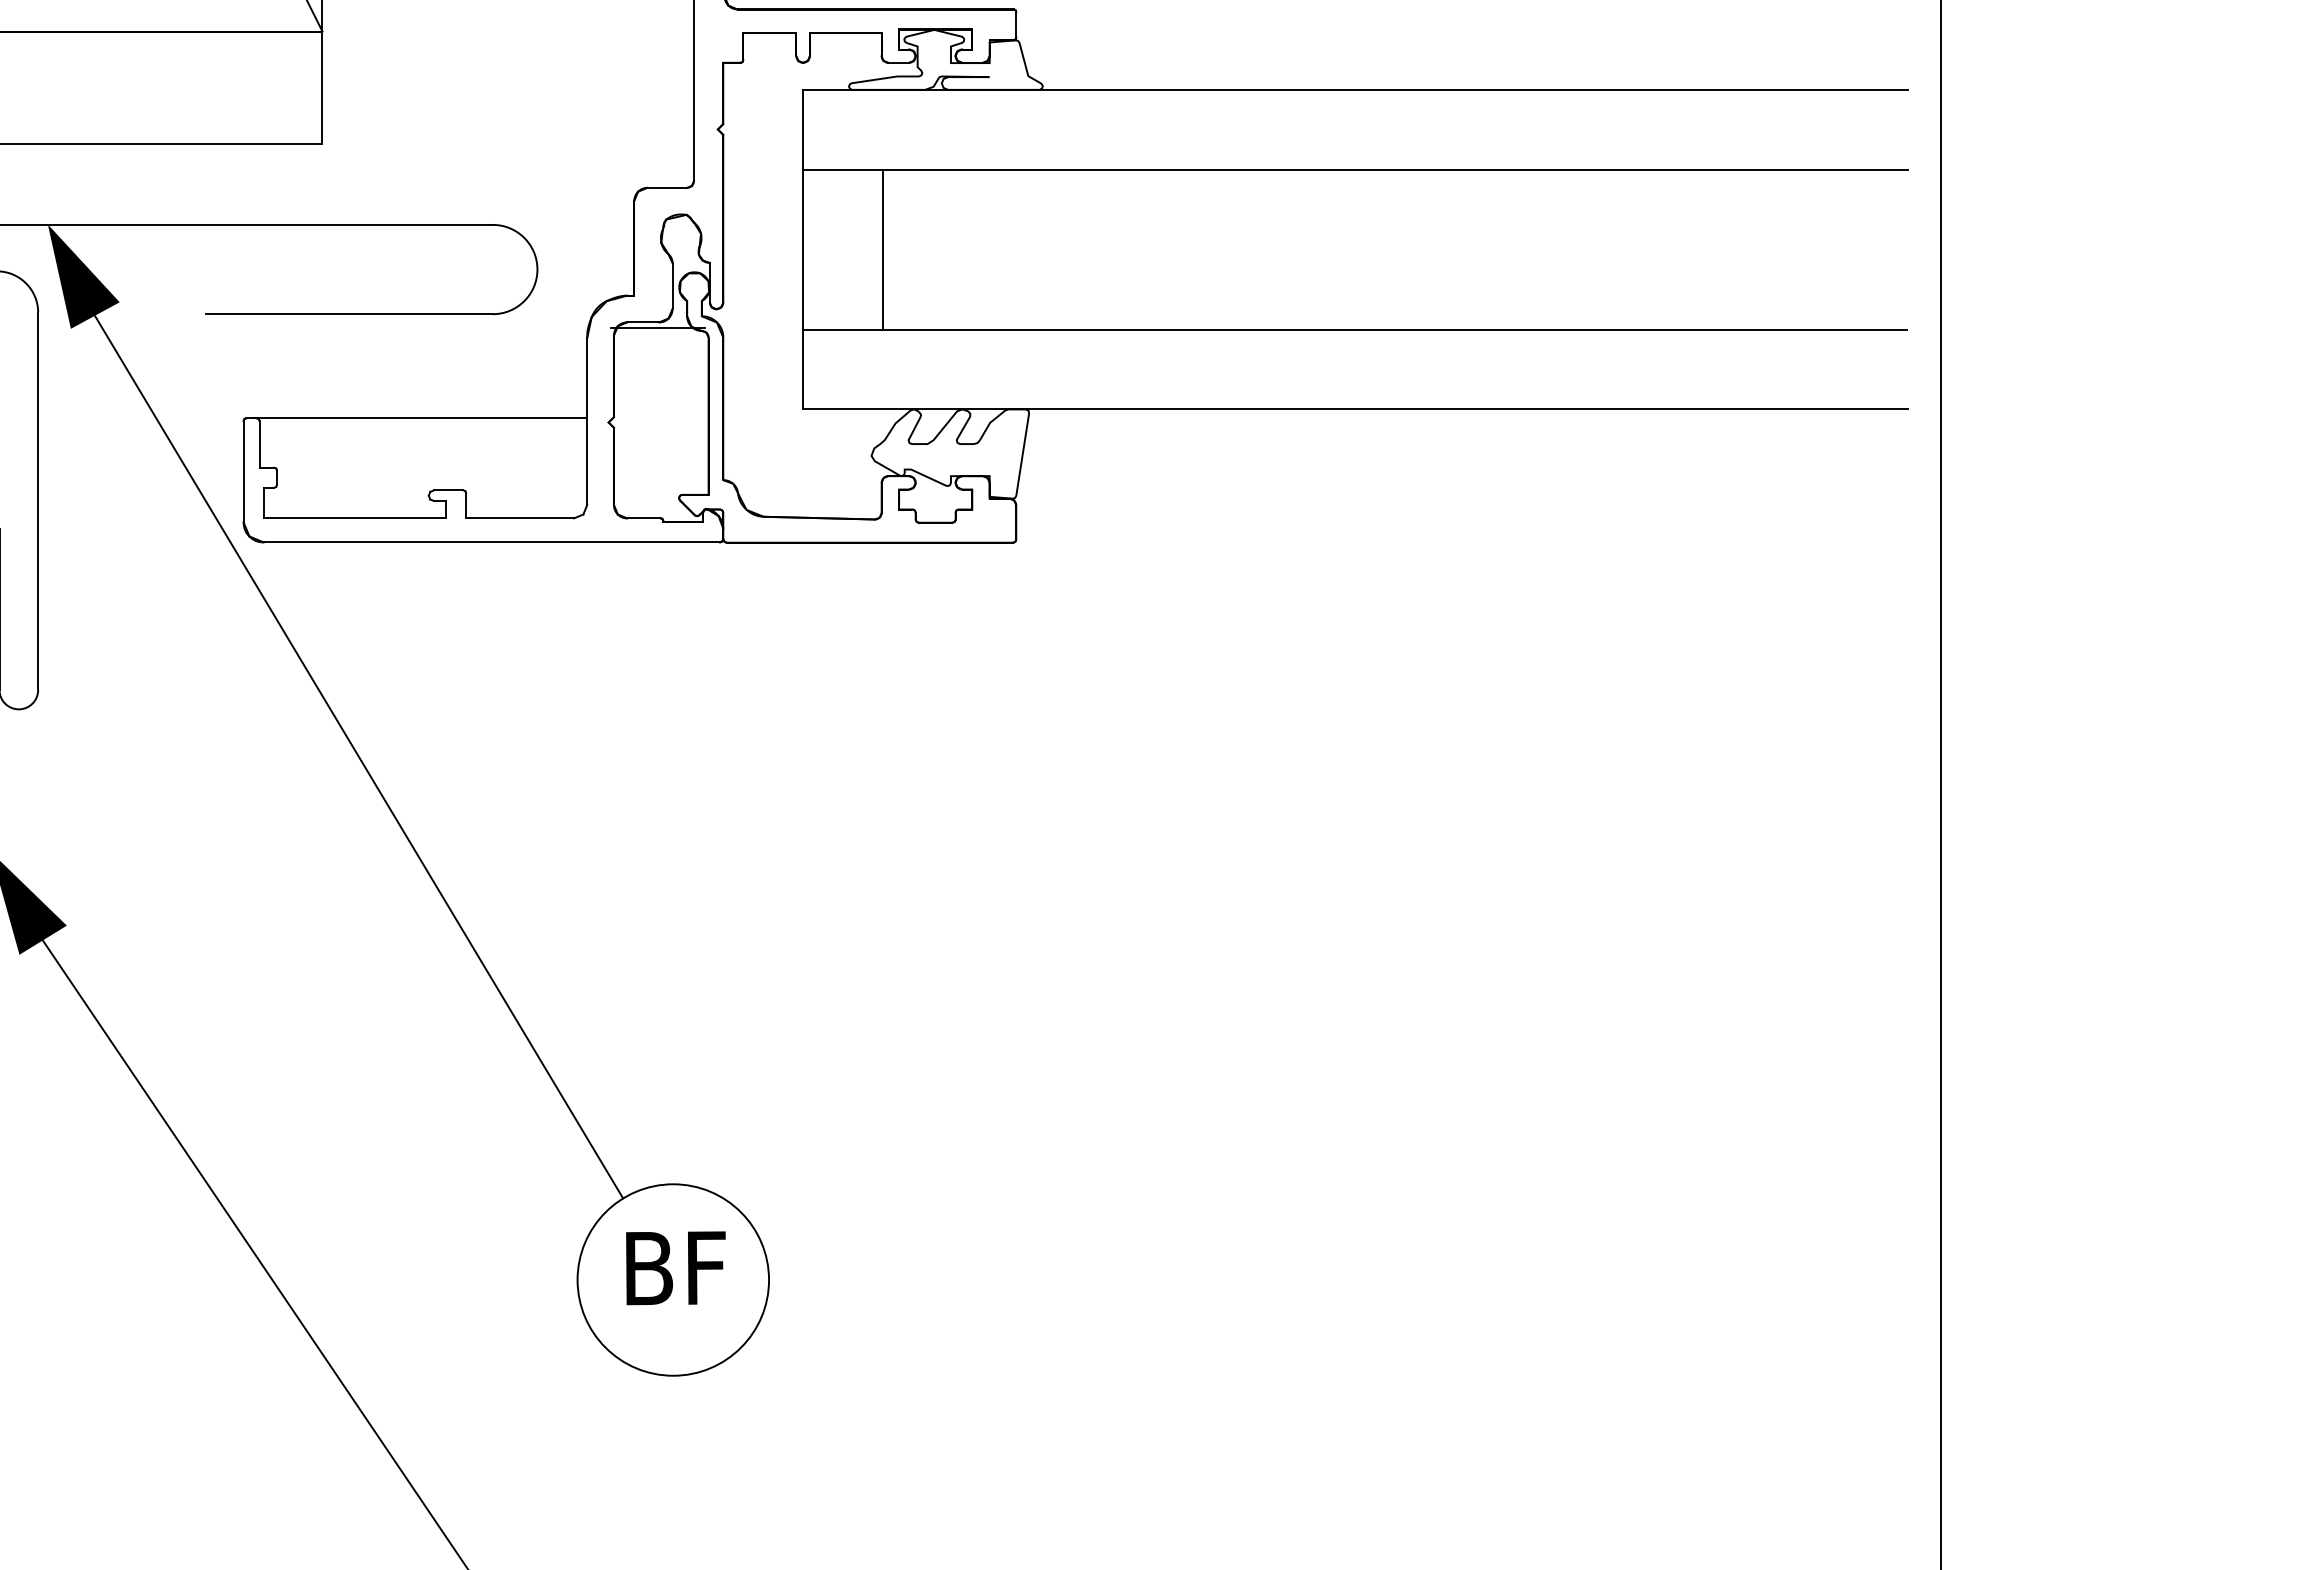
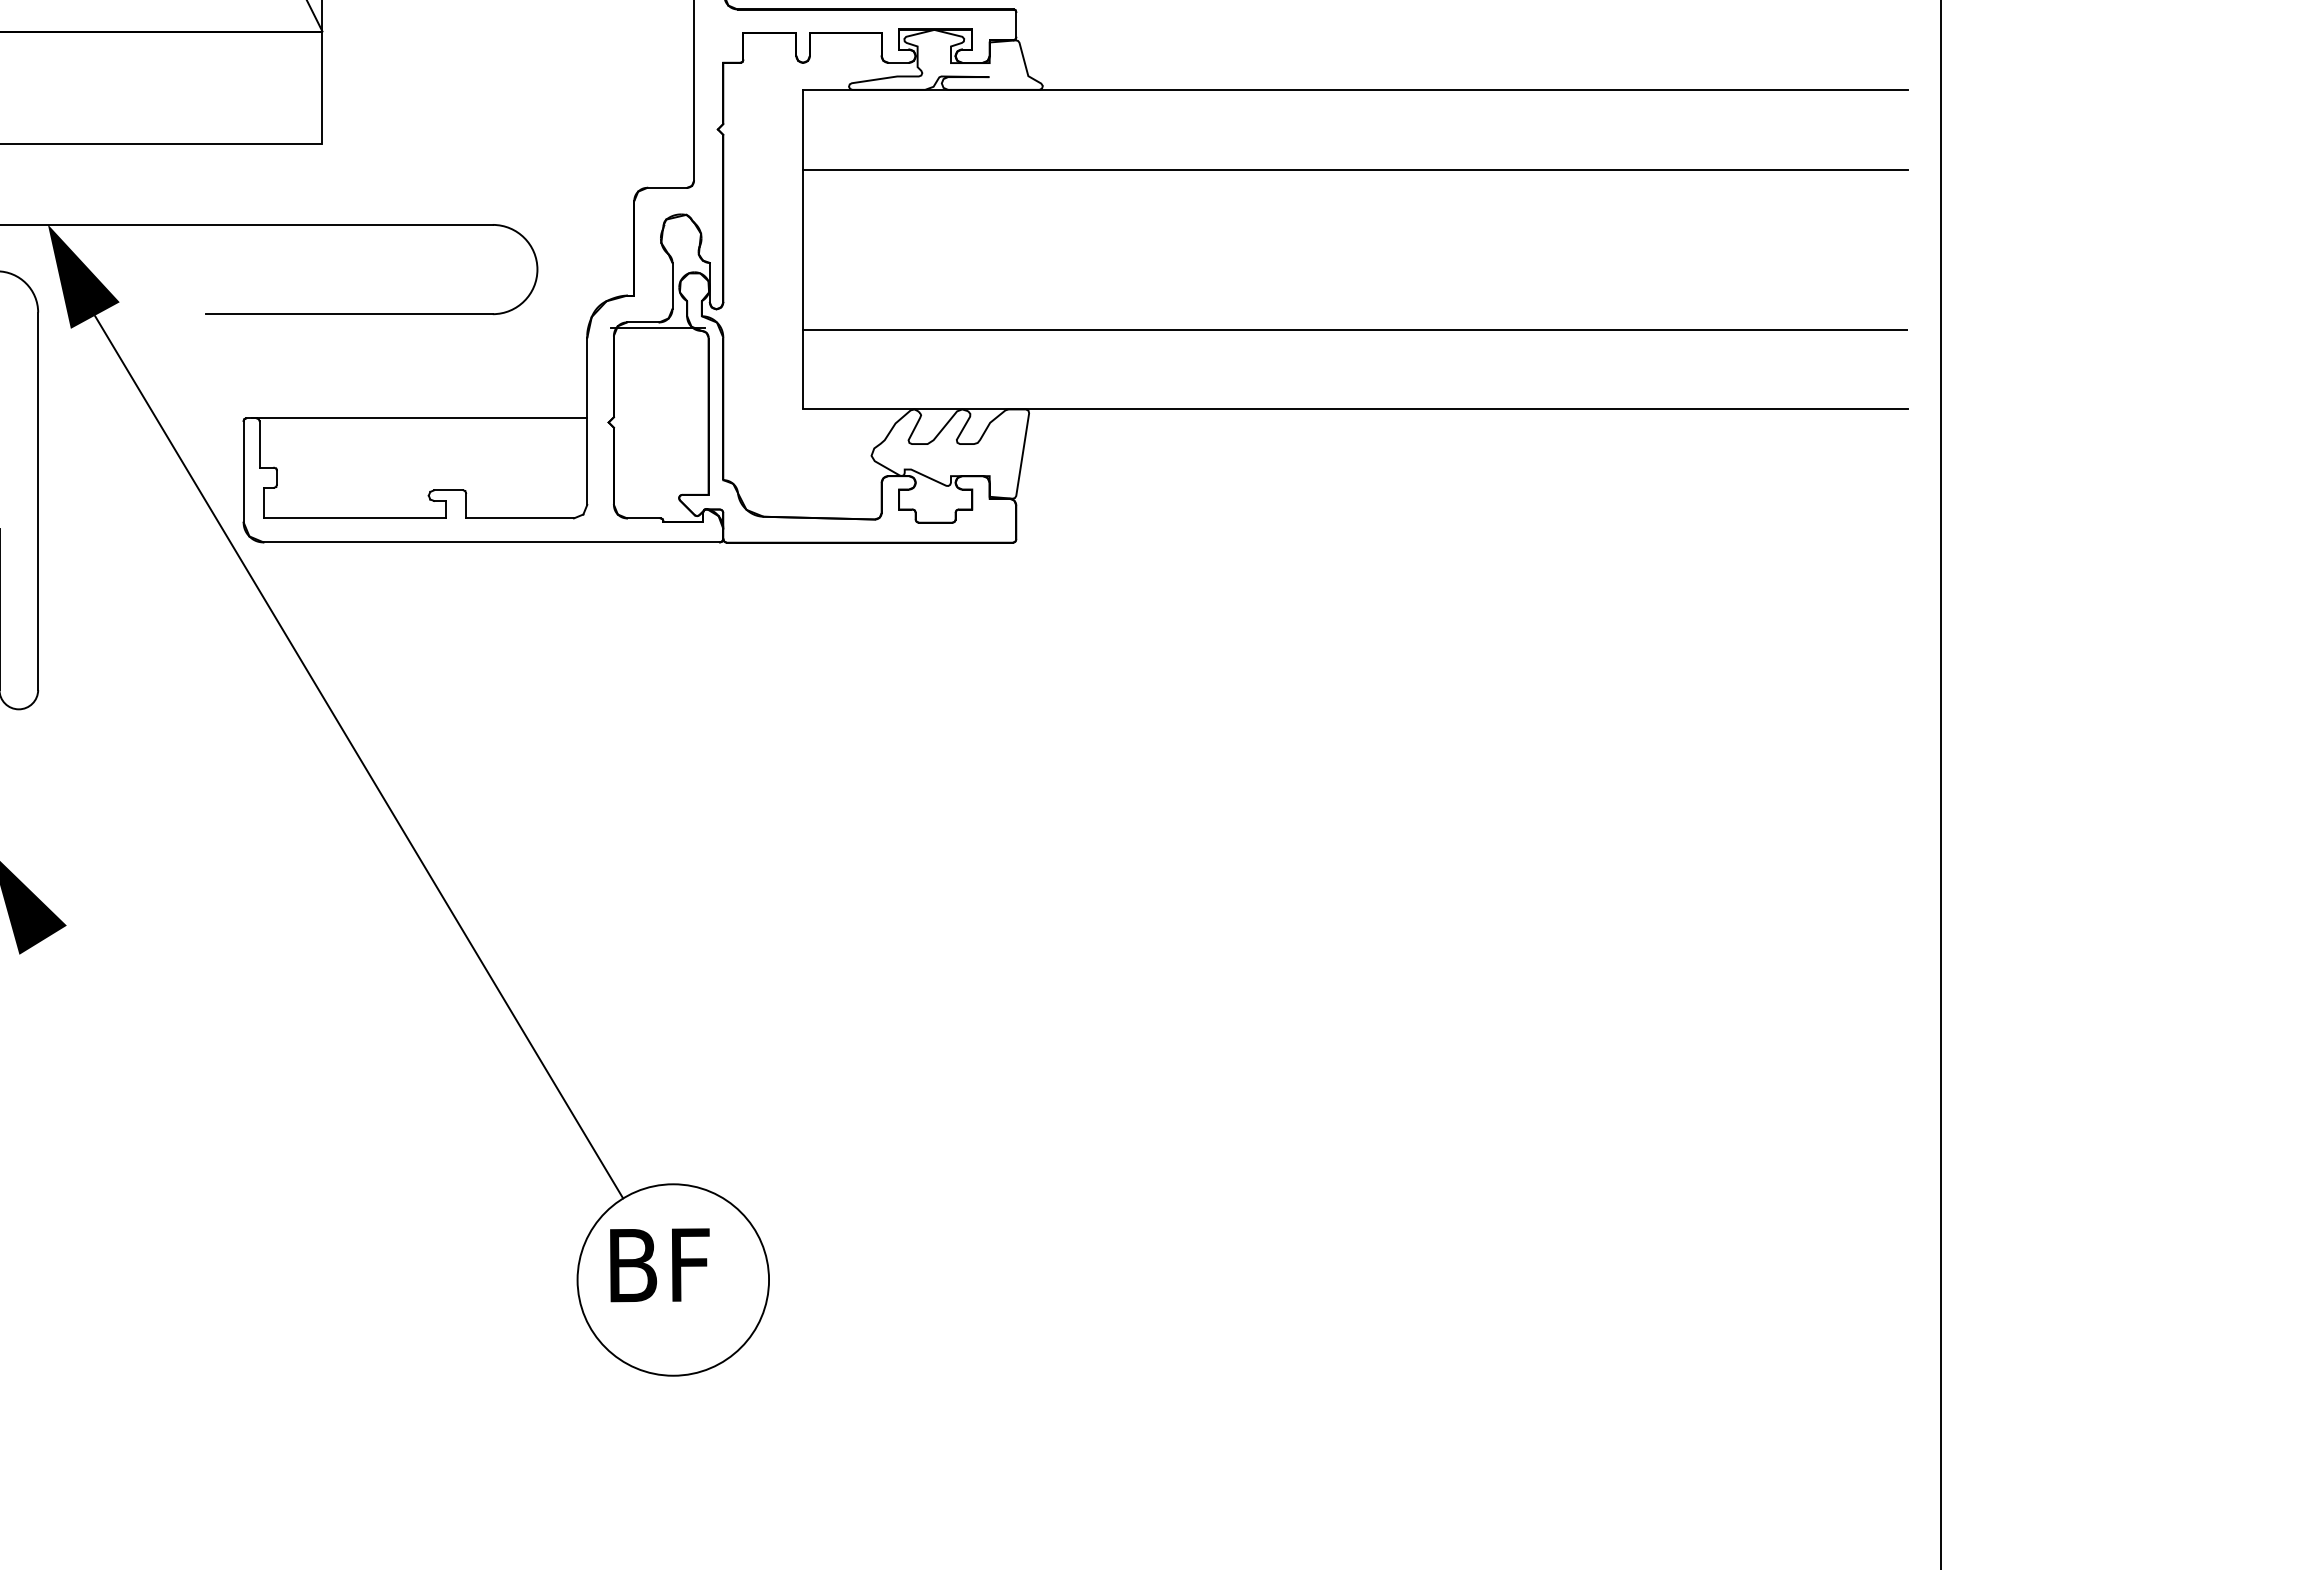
line at (882, 249): present -> none
line at (254, 1253): present -> none
text at (675, 1268) position: (675, 1268) -> (659, 1265)
